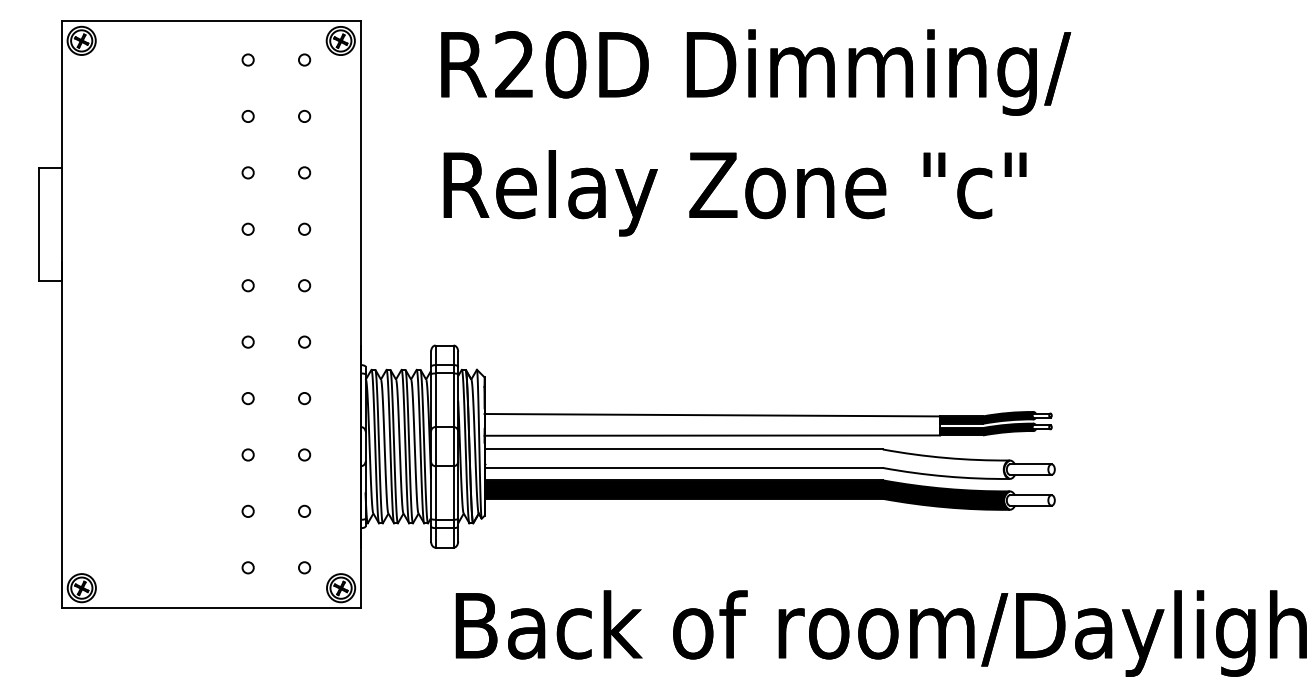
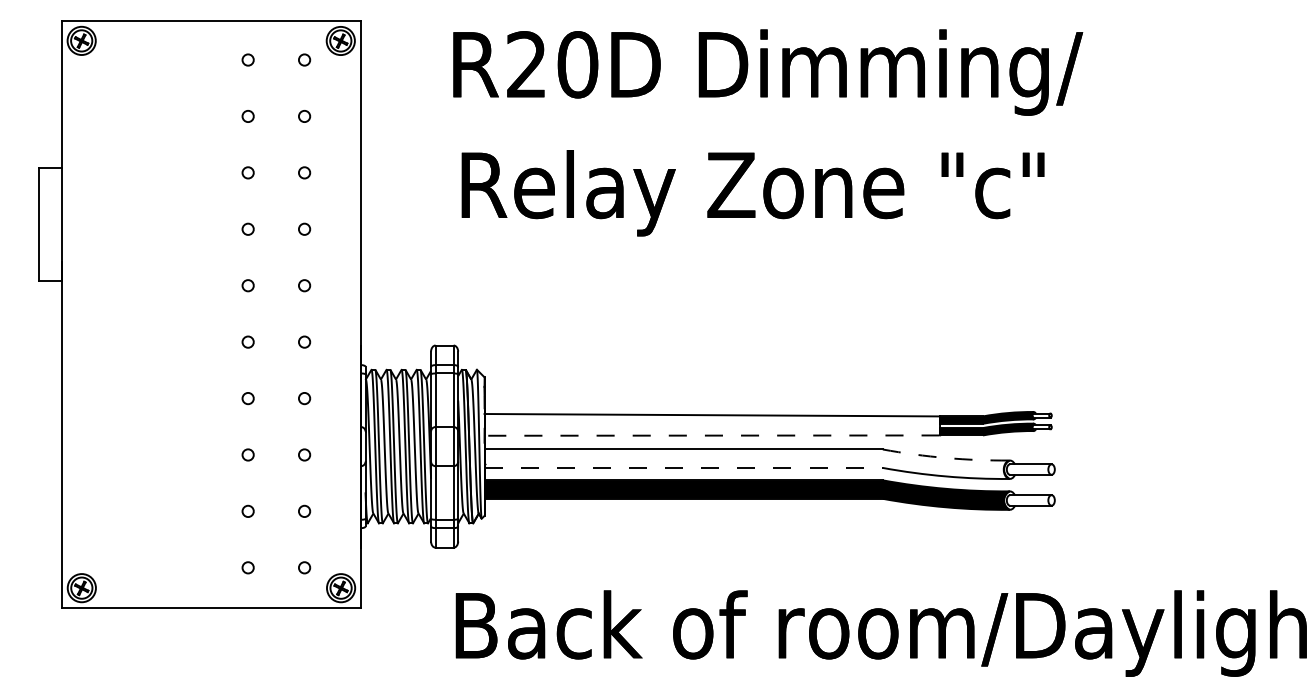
text at (756, 72) position: (756, 72) -> (768, 72)
text at (734, 193) position: (734, 193) -> (752, 193)
line at (712, 435): solid -> dashed
arc at (946, 458): solid -> dashed
line at (684, 467): solid -> dashed
